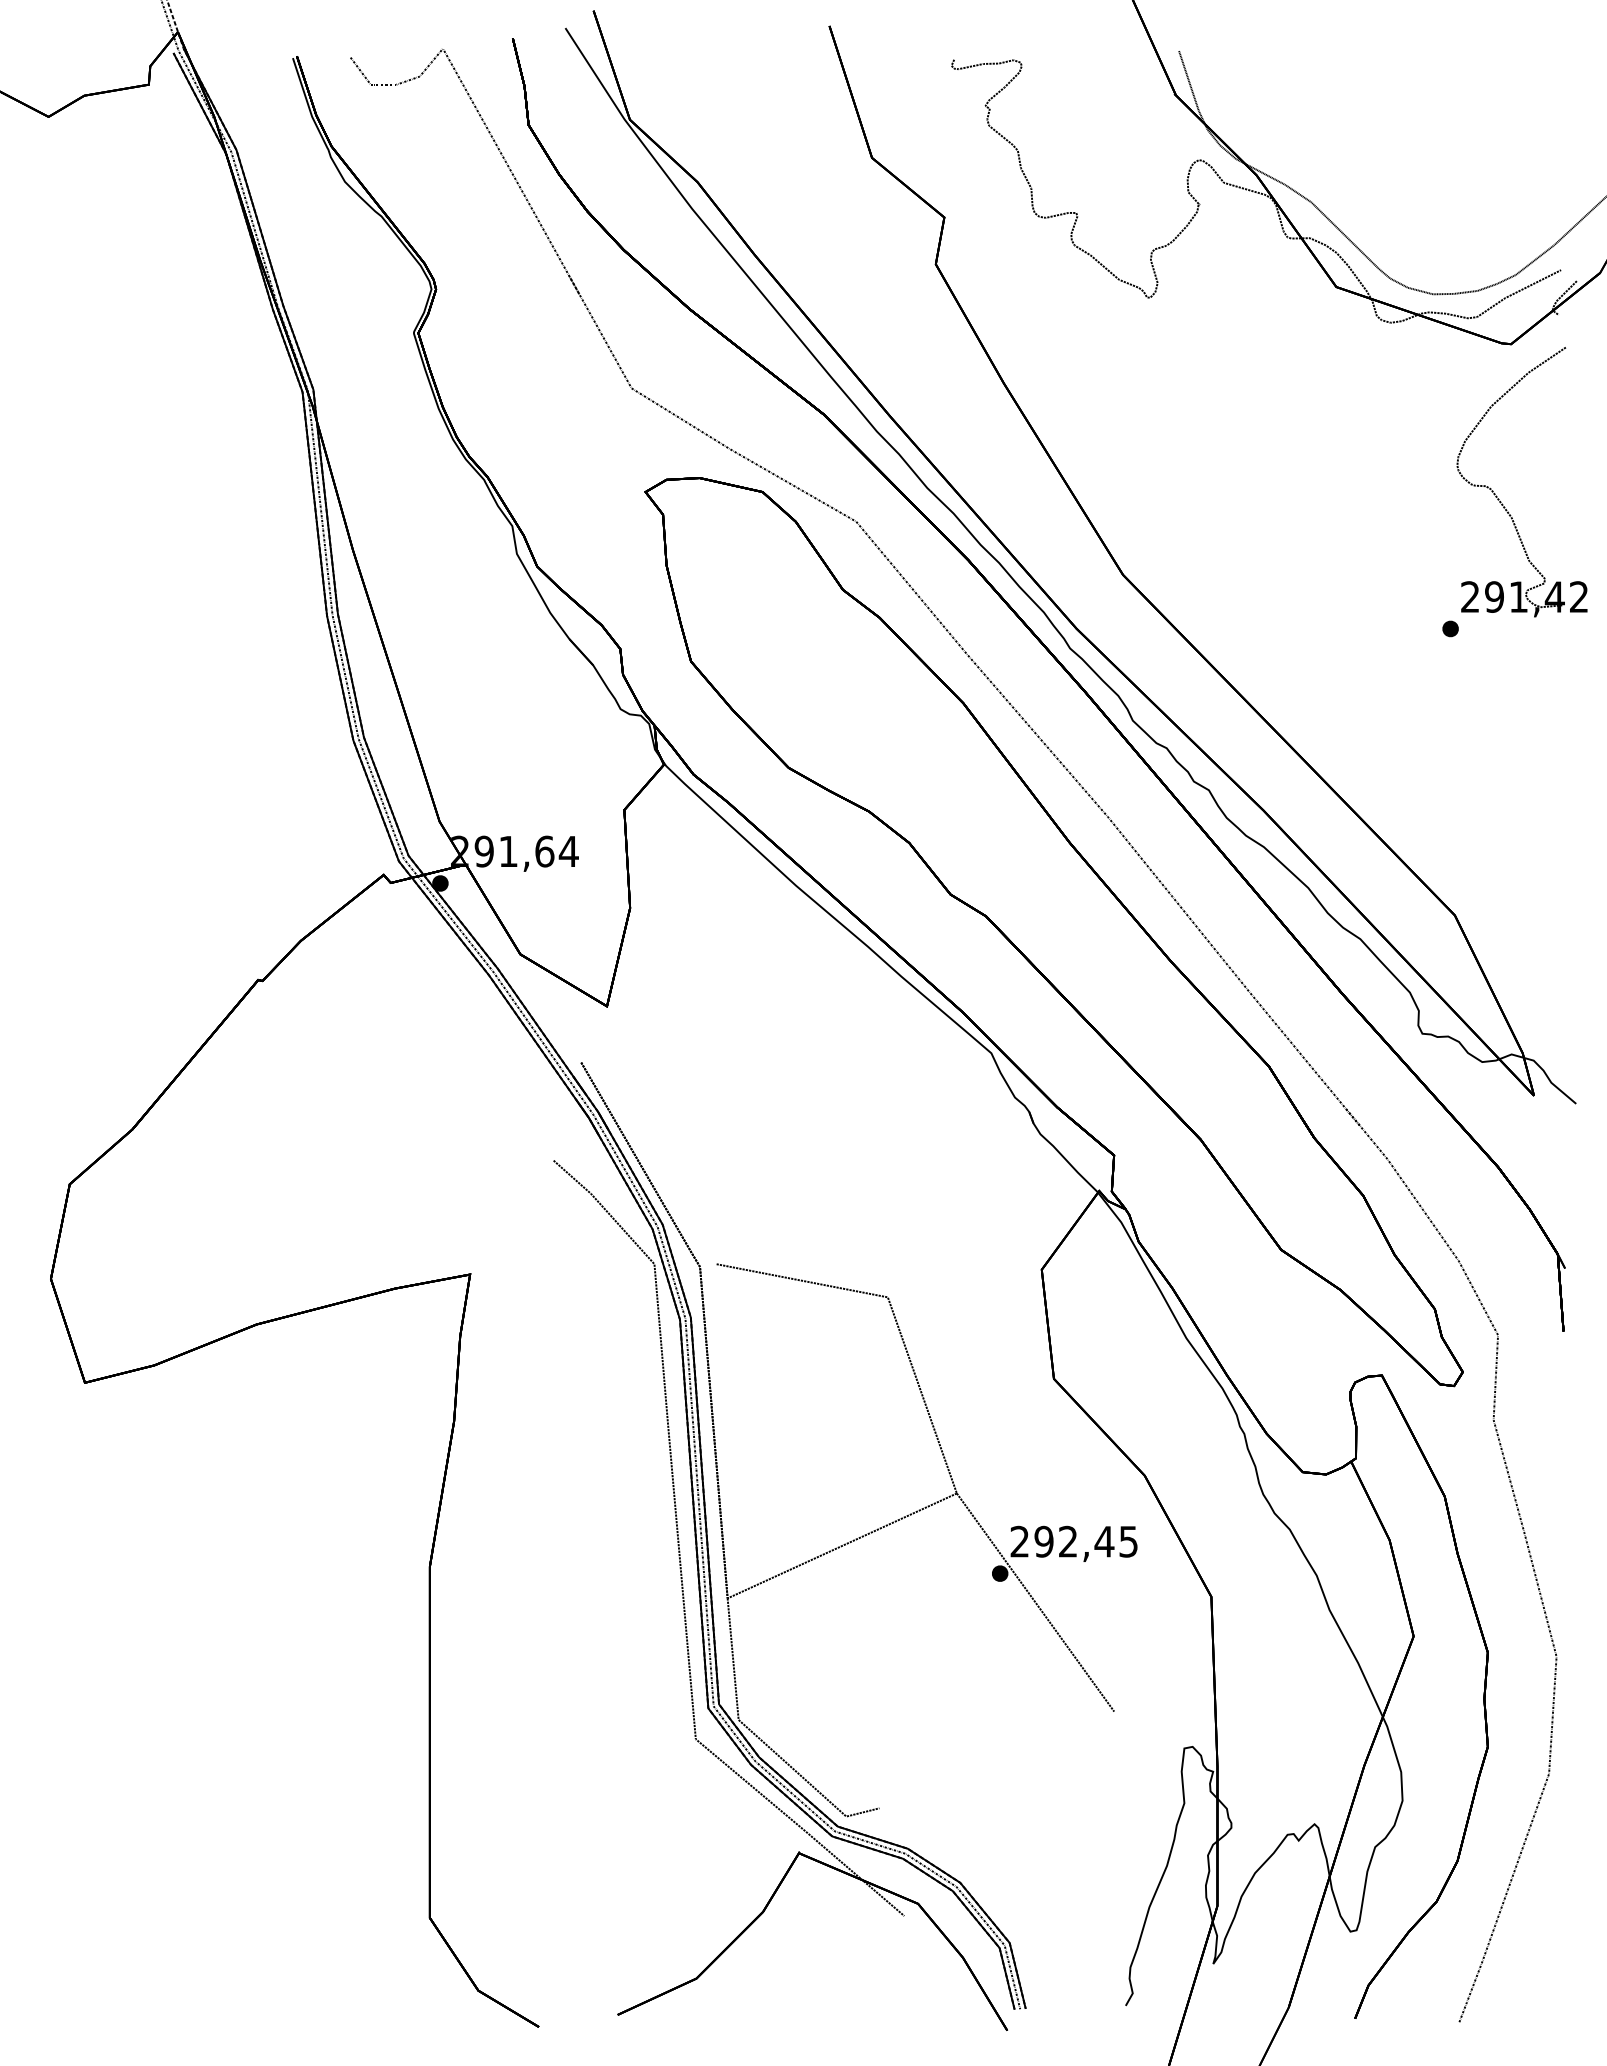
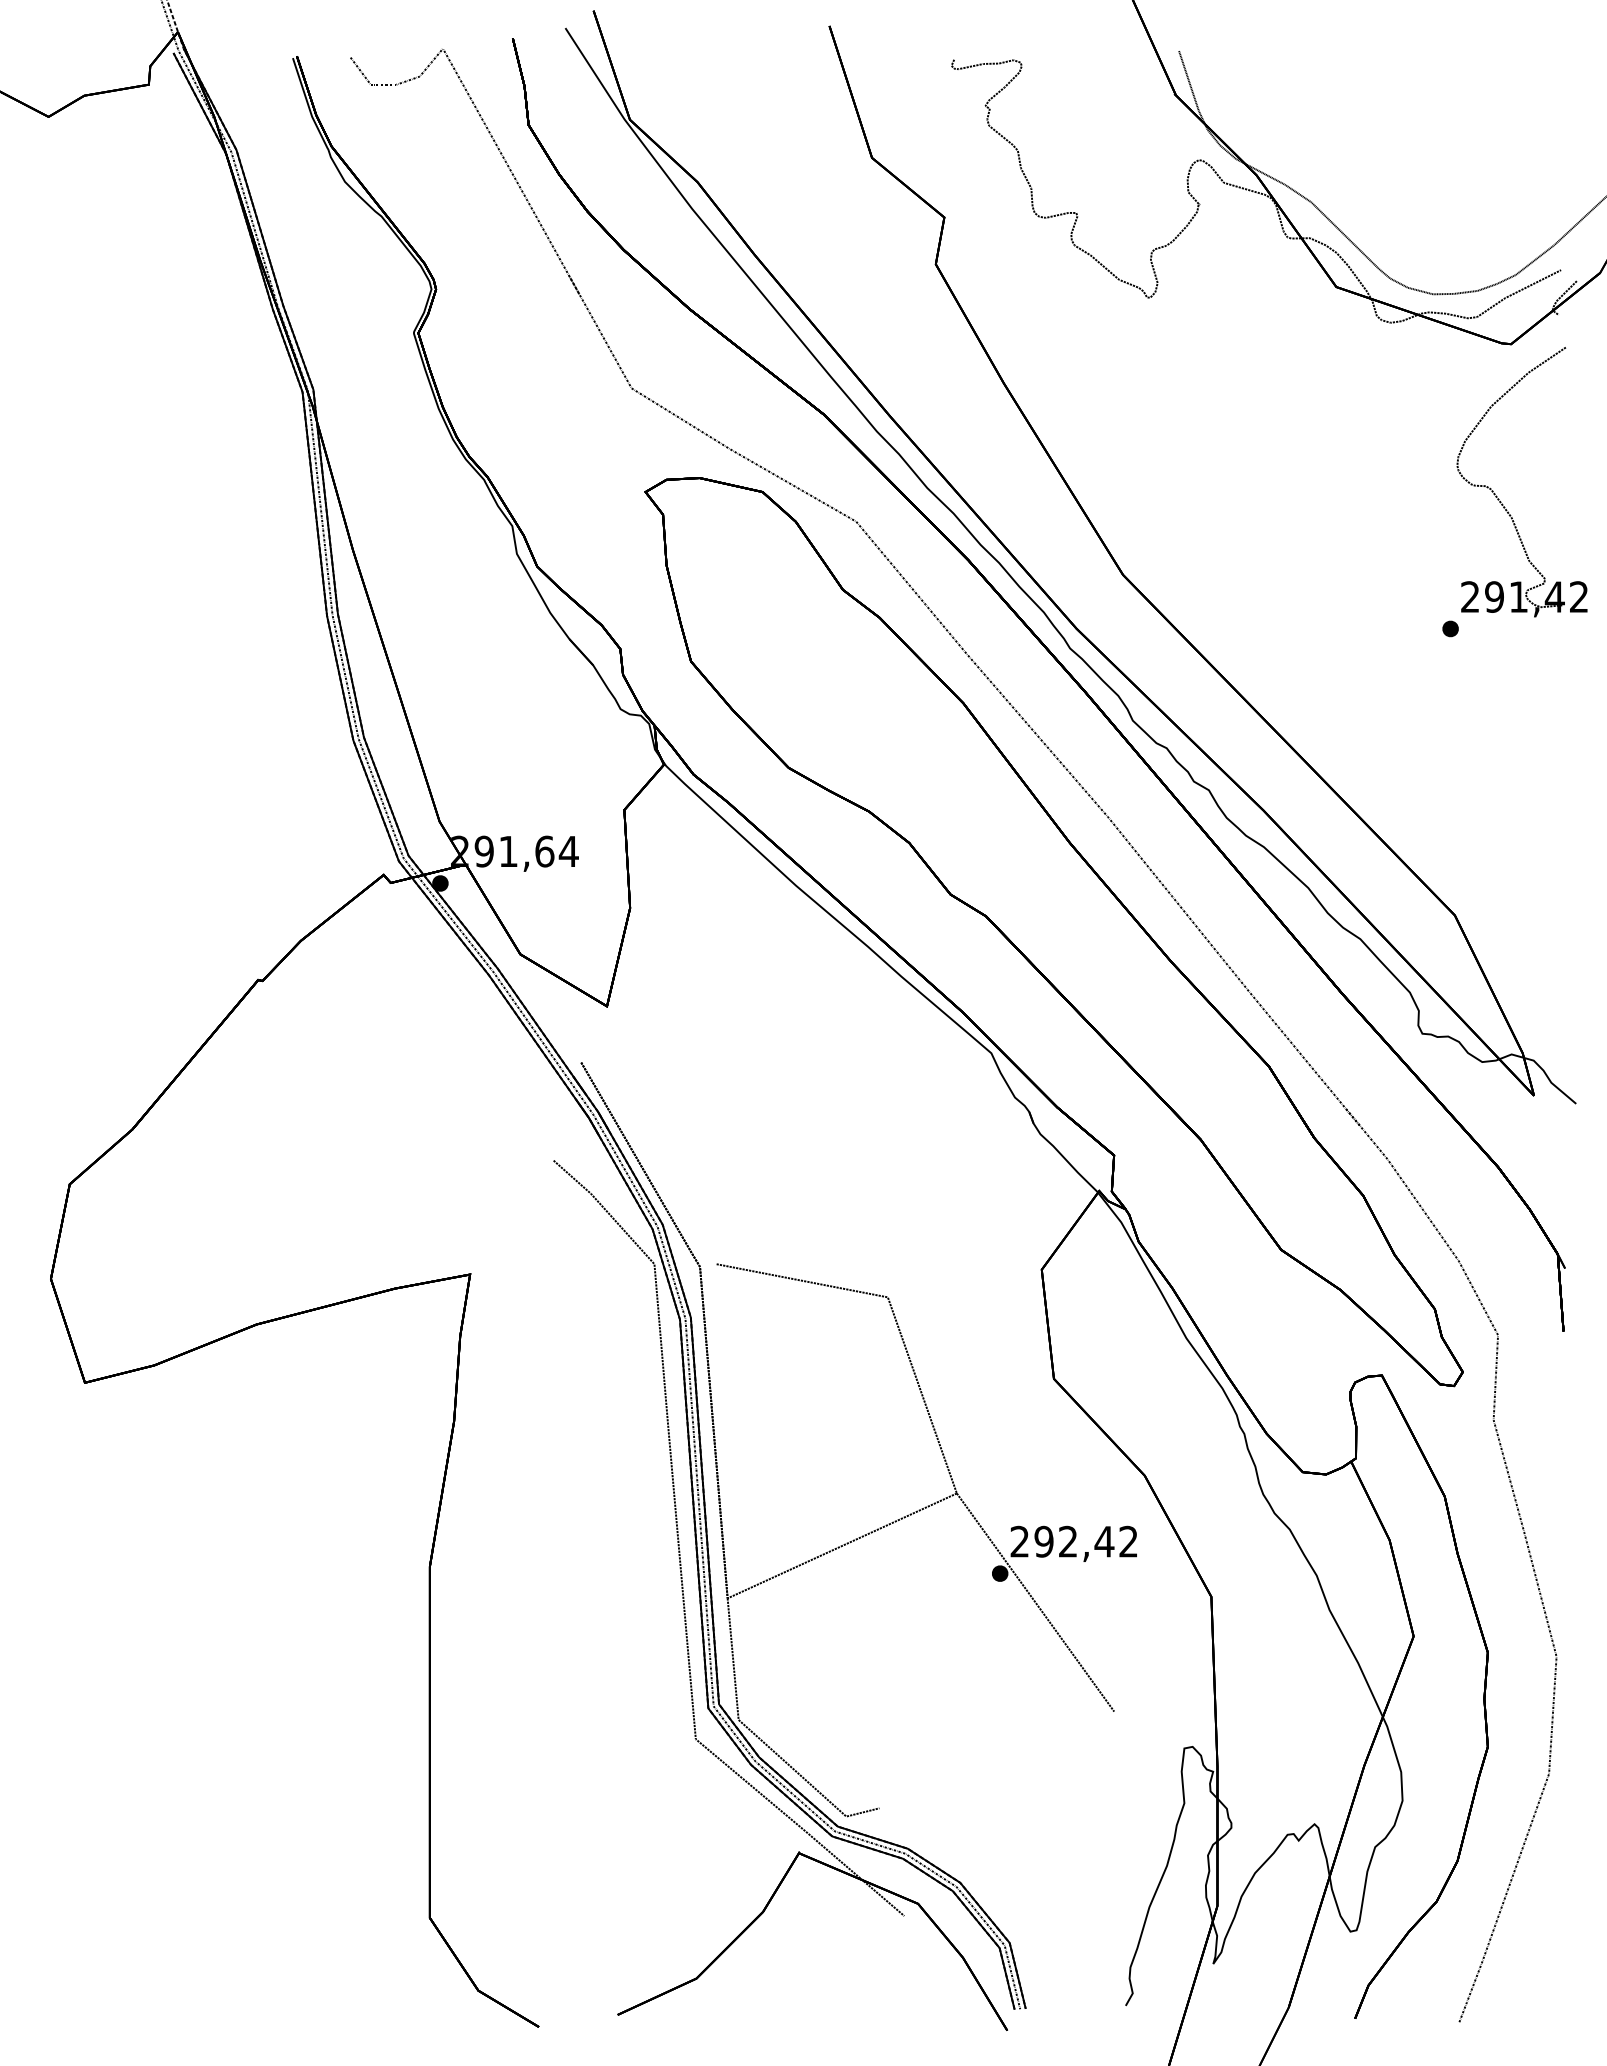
text at (1128, 1541): 292,45 -> 292,42
